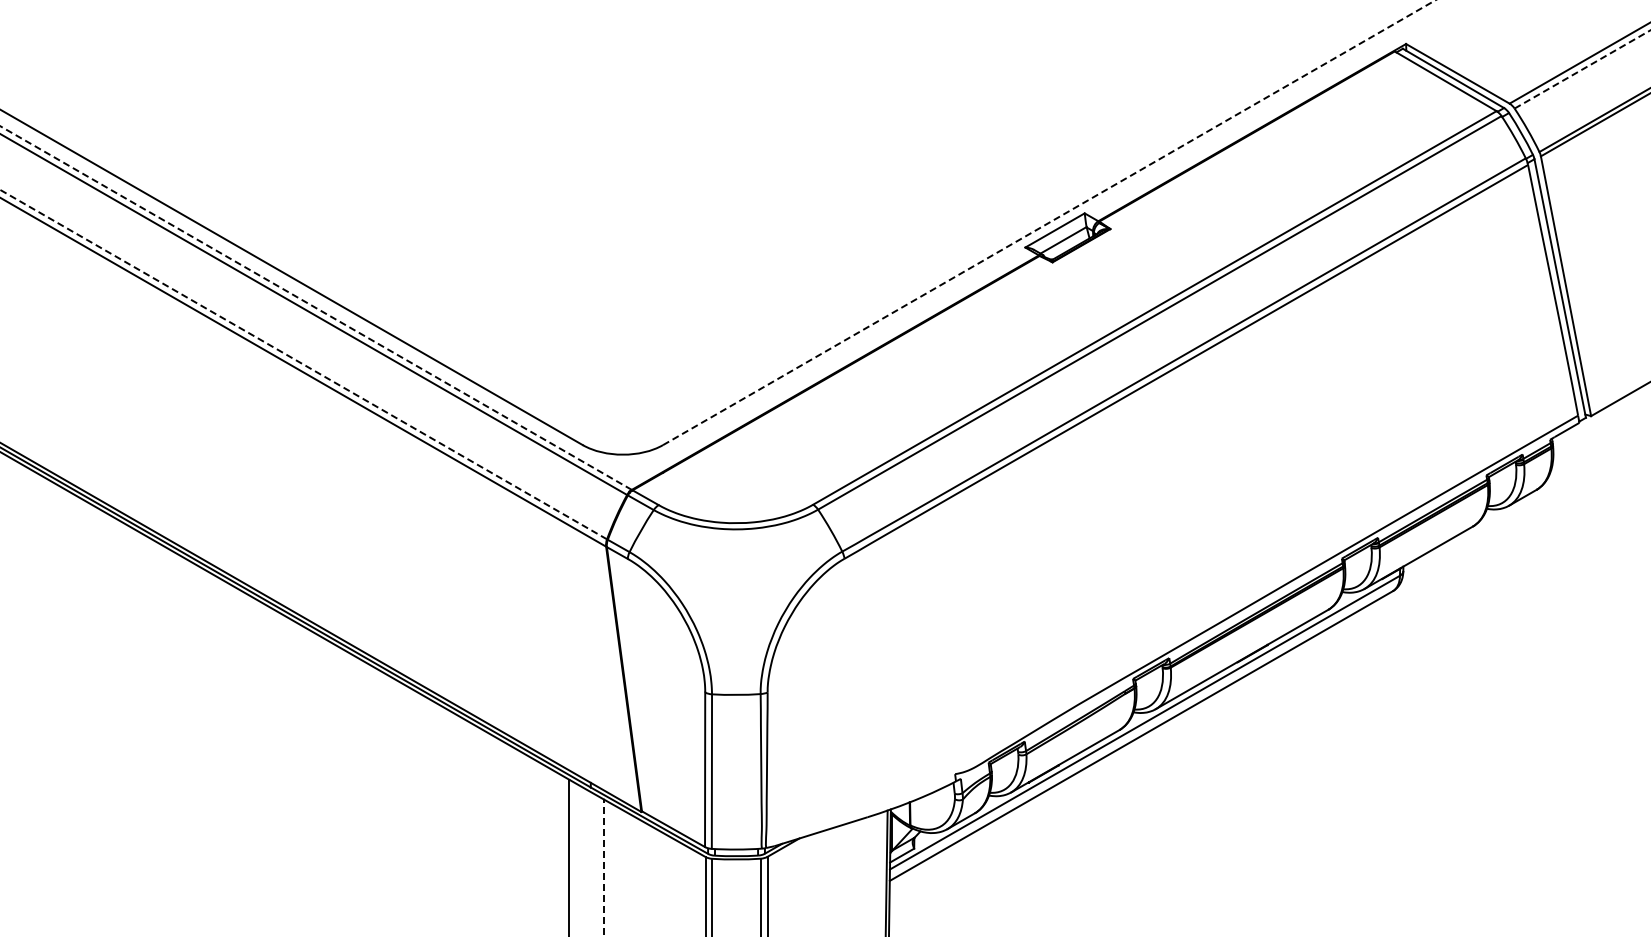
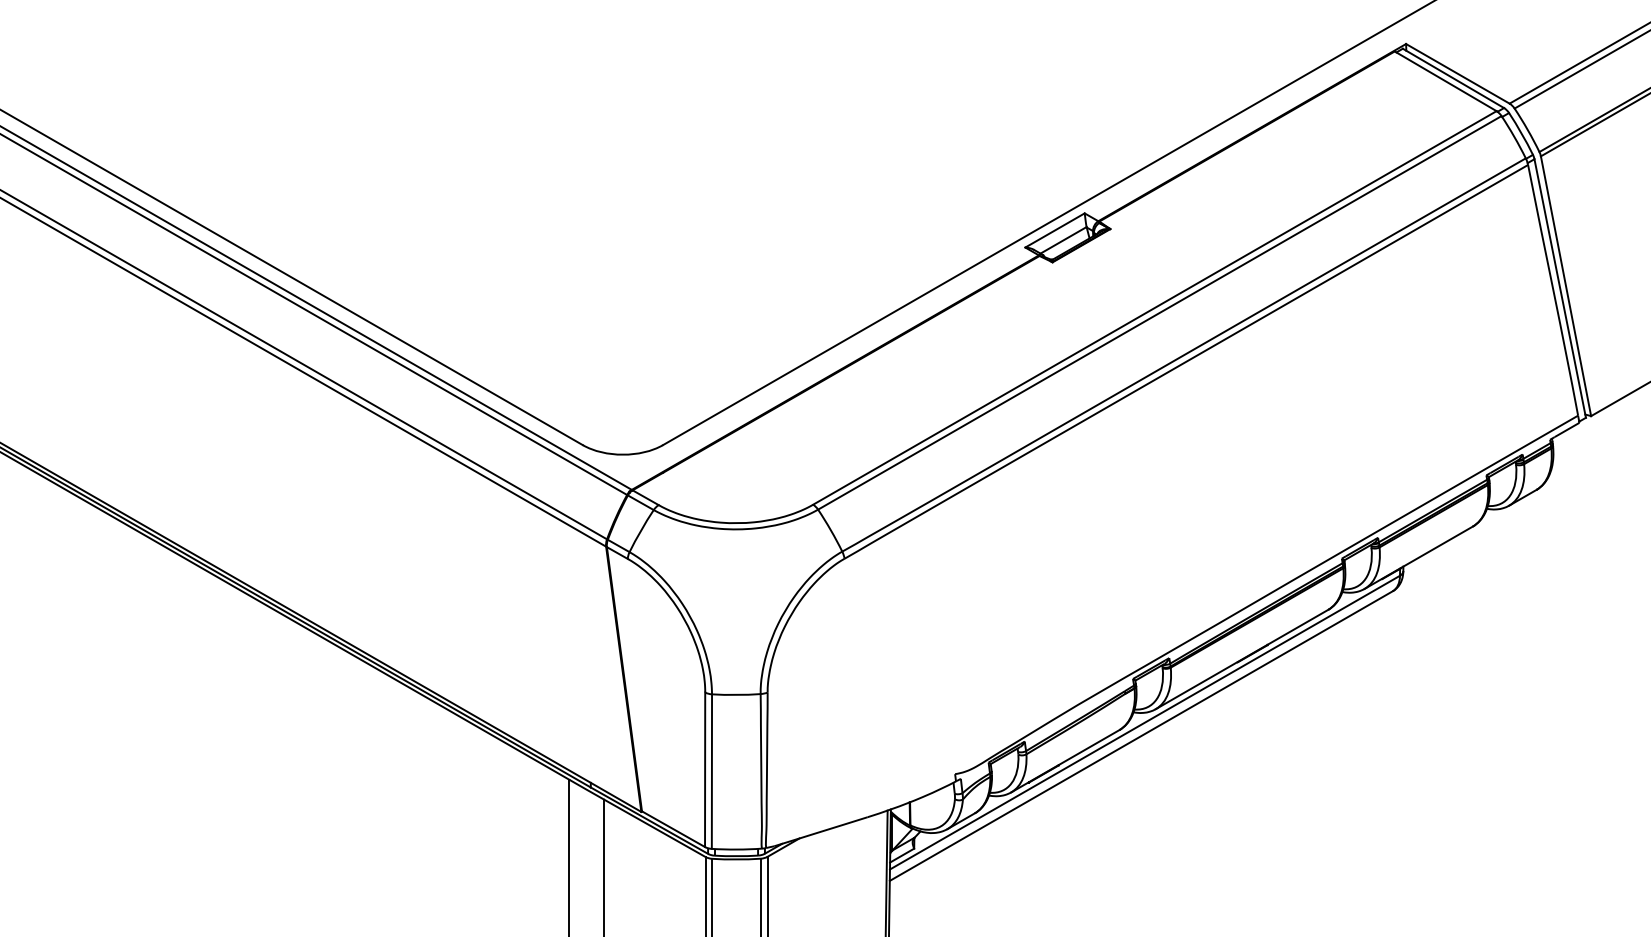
line at (1583, 69): dashed -> solid
line at (1049, 222): dashed -> solid
line at (315, 307): dashed -> solid
line at (303, 364): dashed -> solid
line at (604, 867): dashed -> solid
